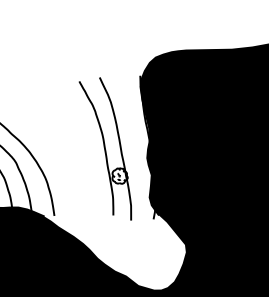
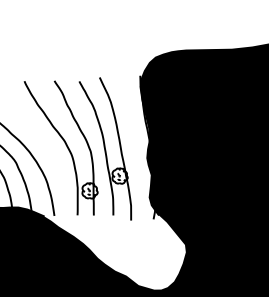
part at (60, 147): none -> present
